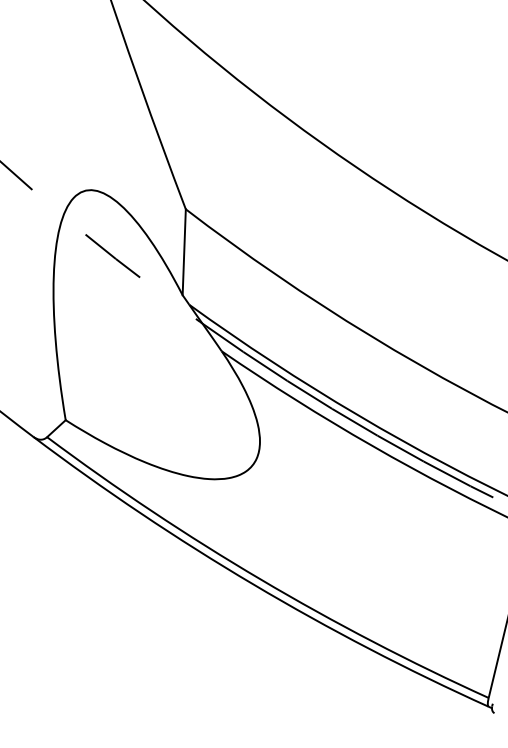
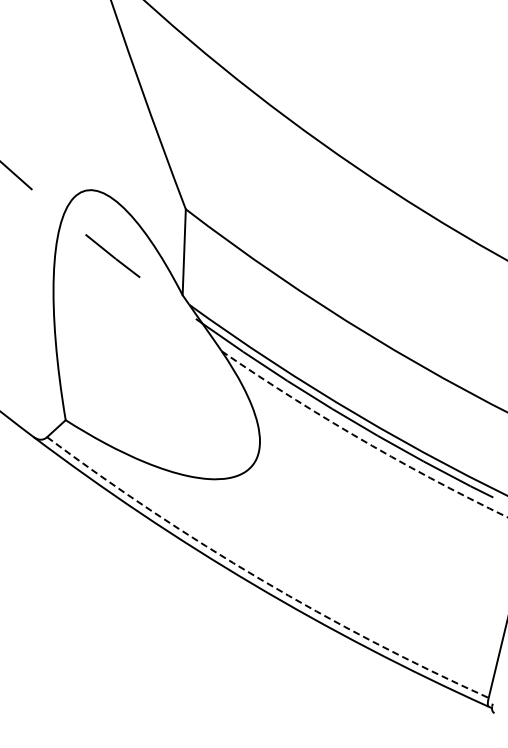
arc at (361, 439): solid -> dashed
arc at (260, 579): solid -> dashed
